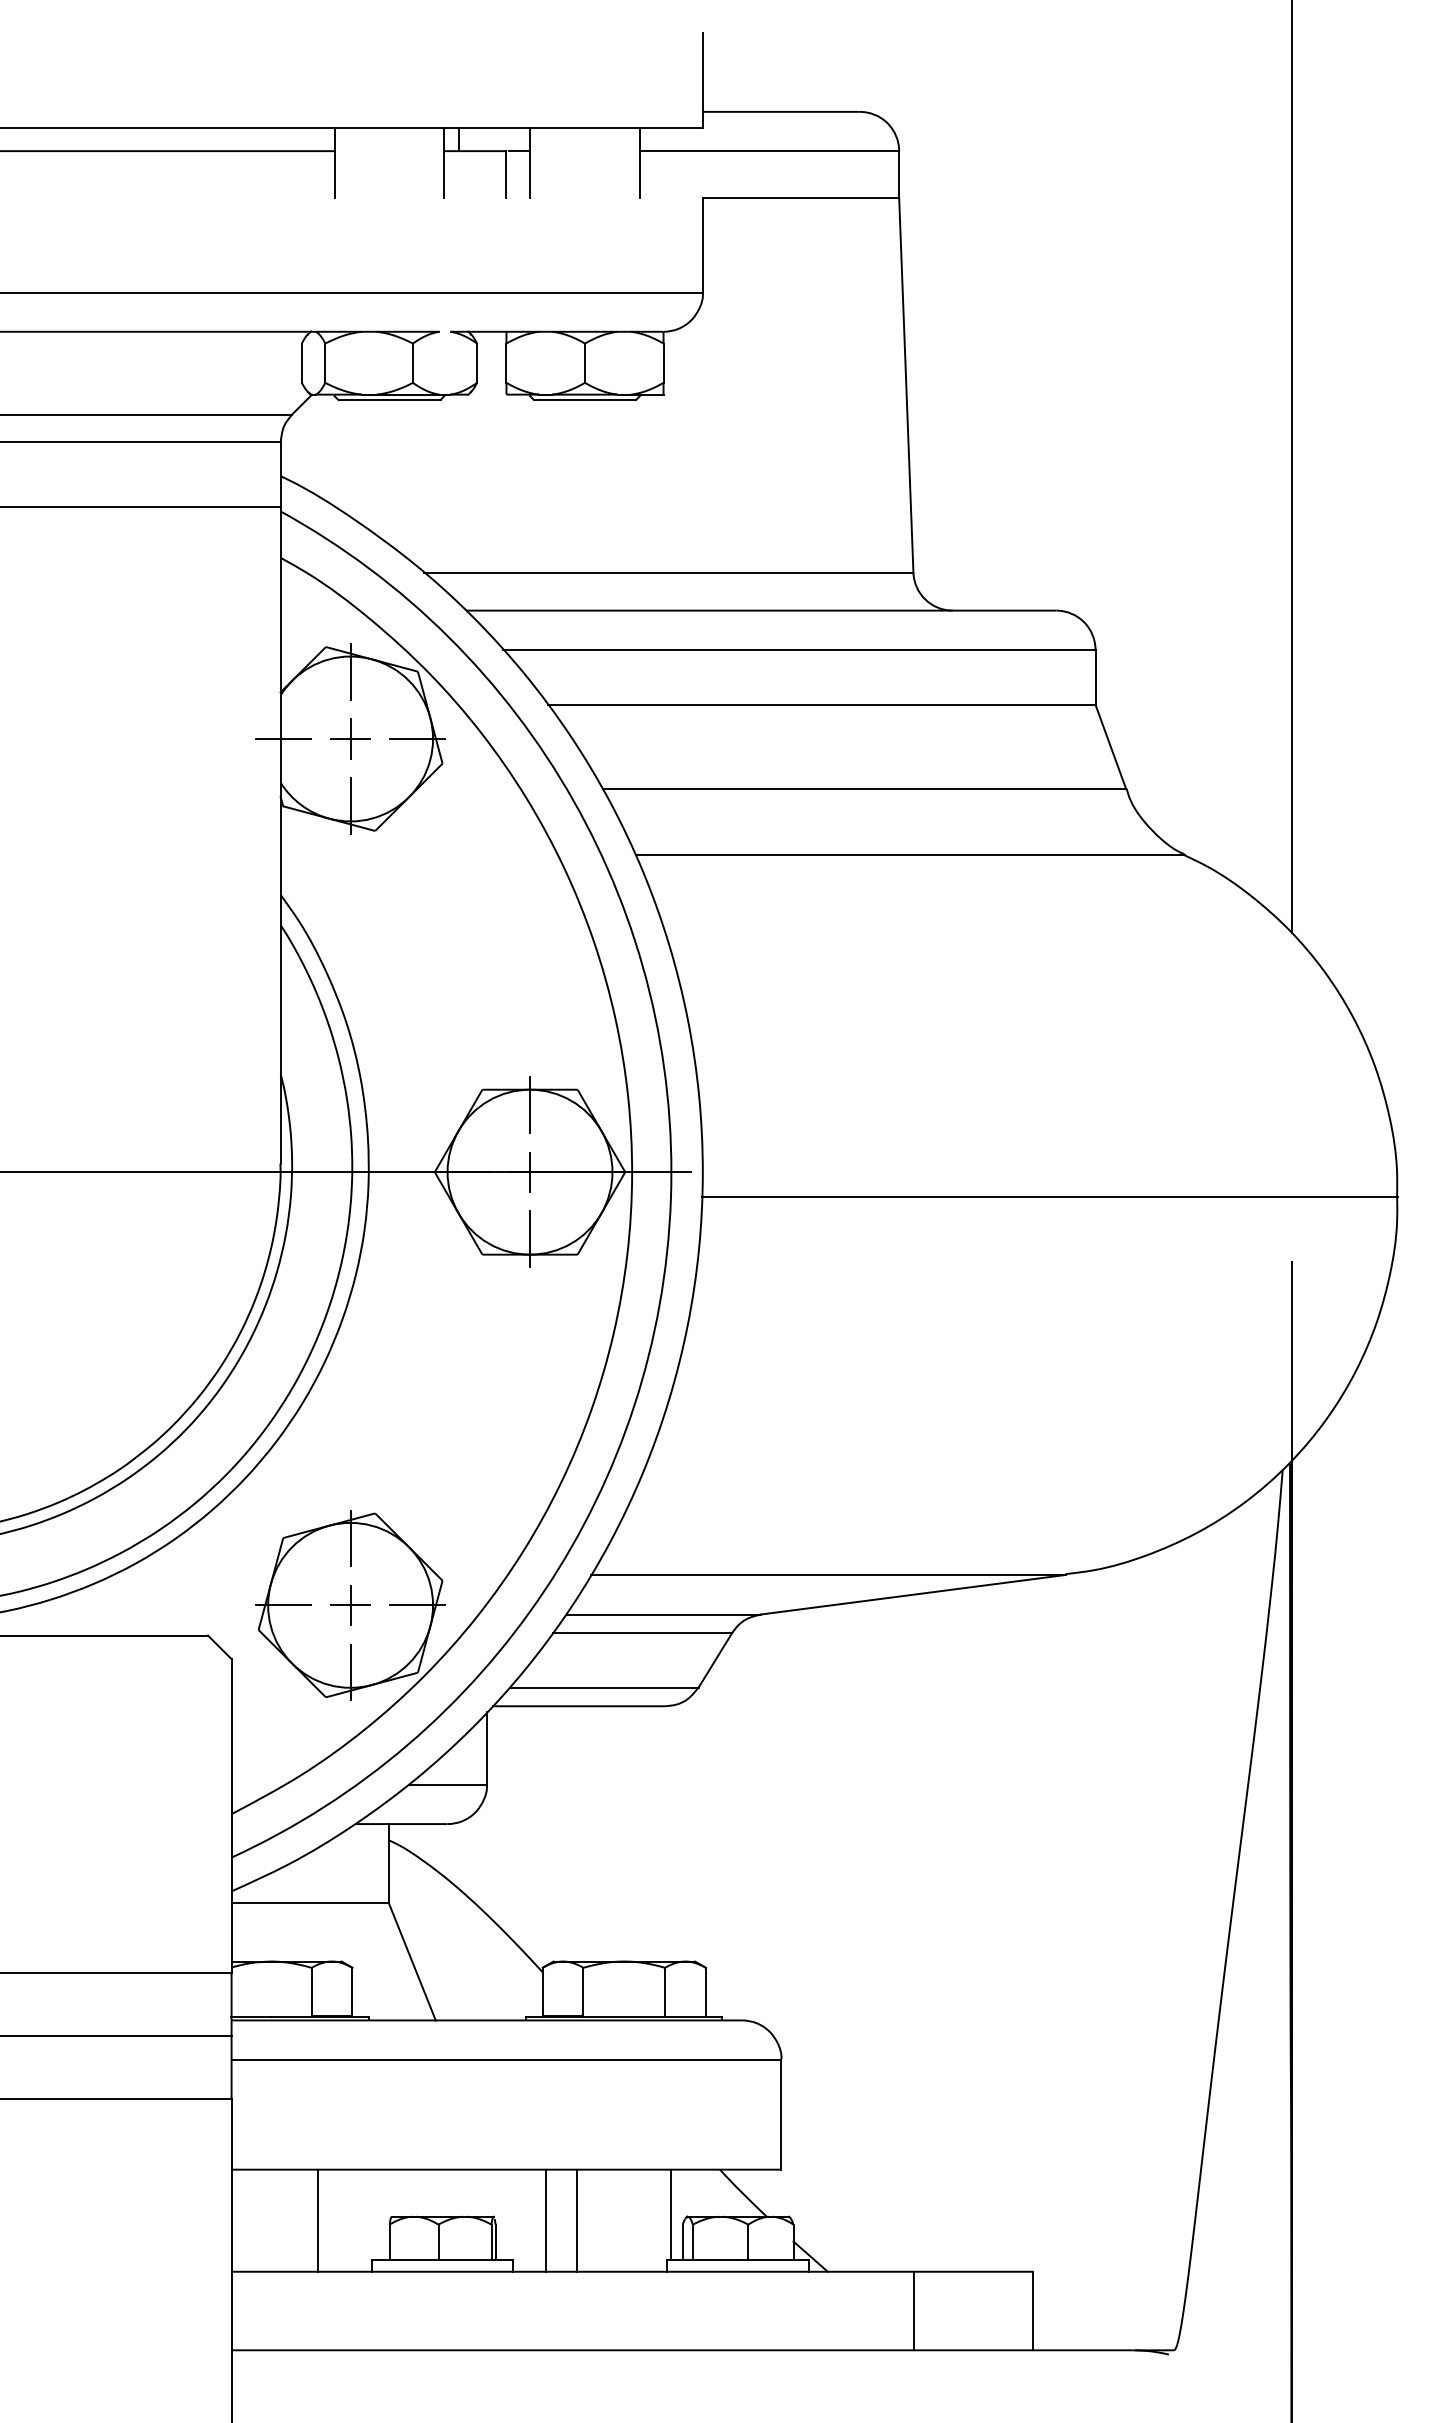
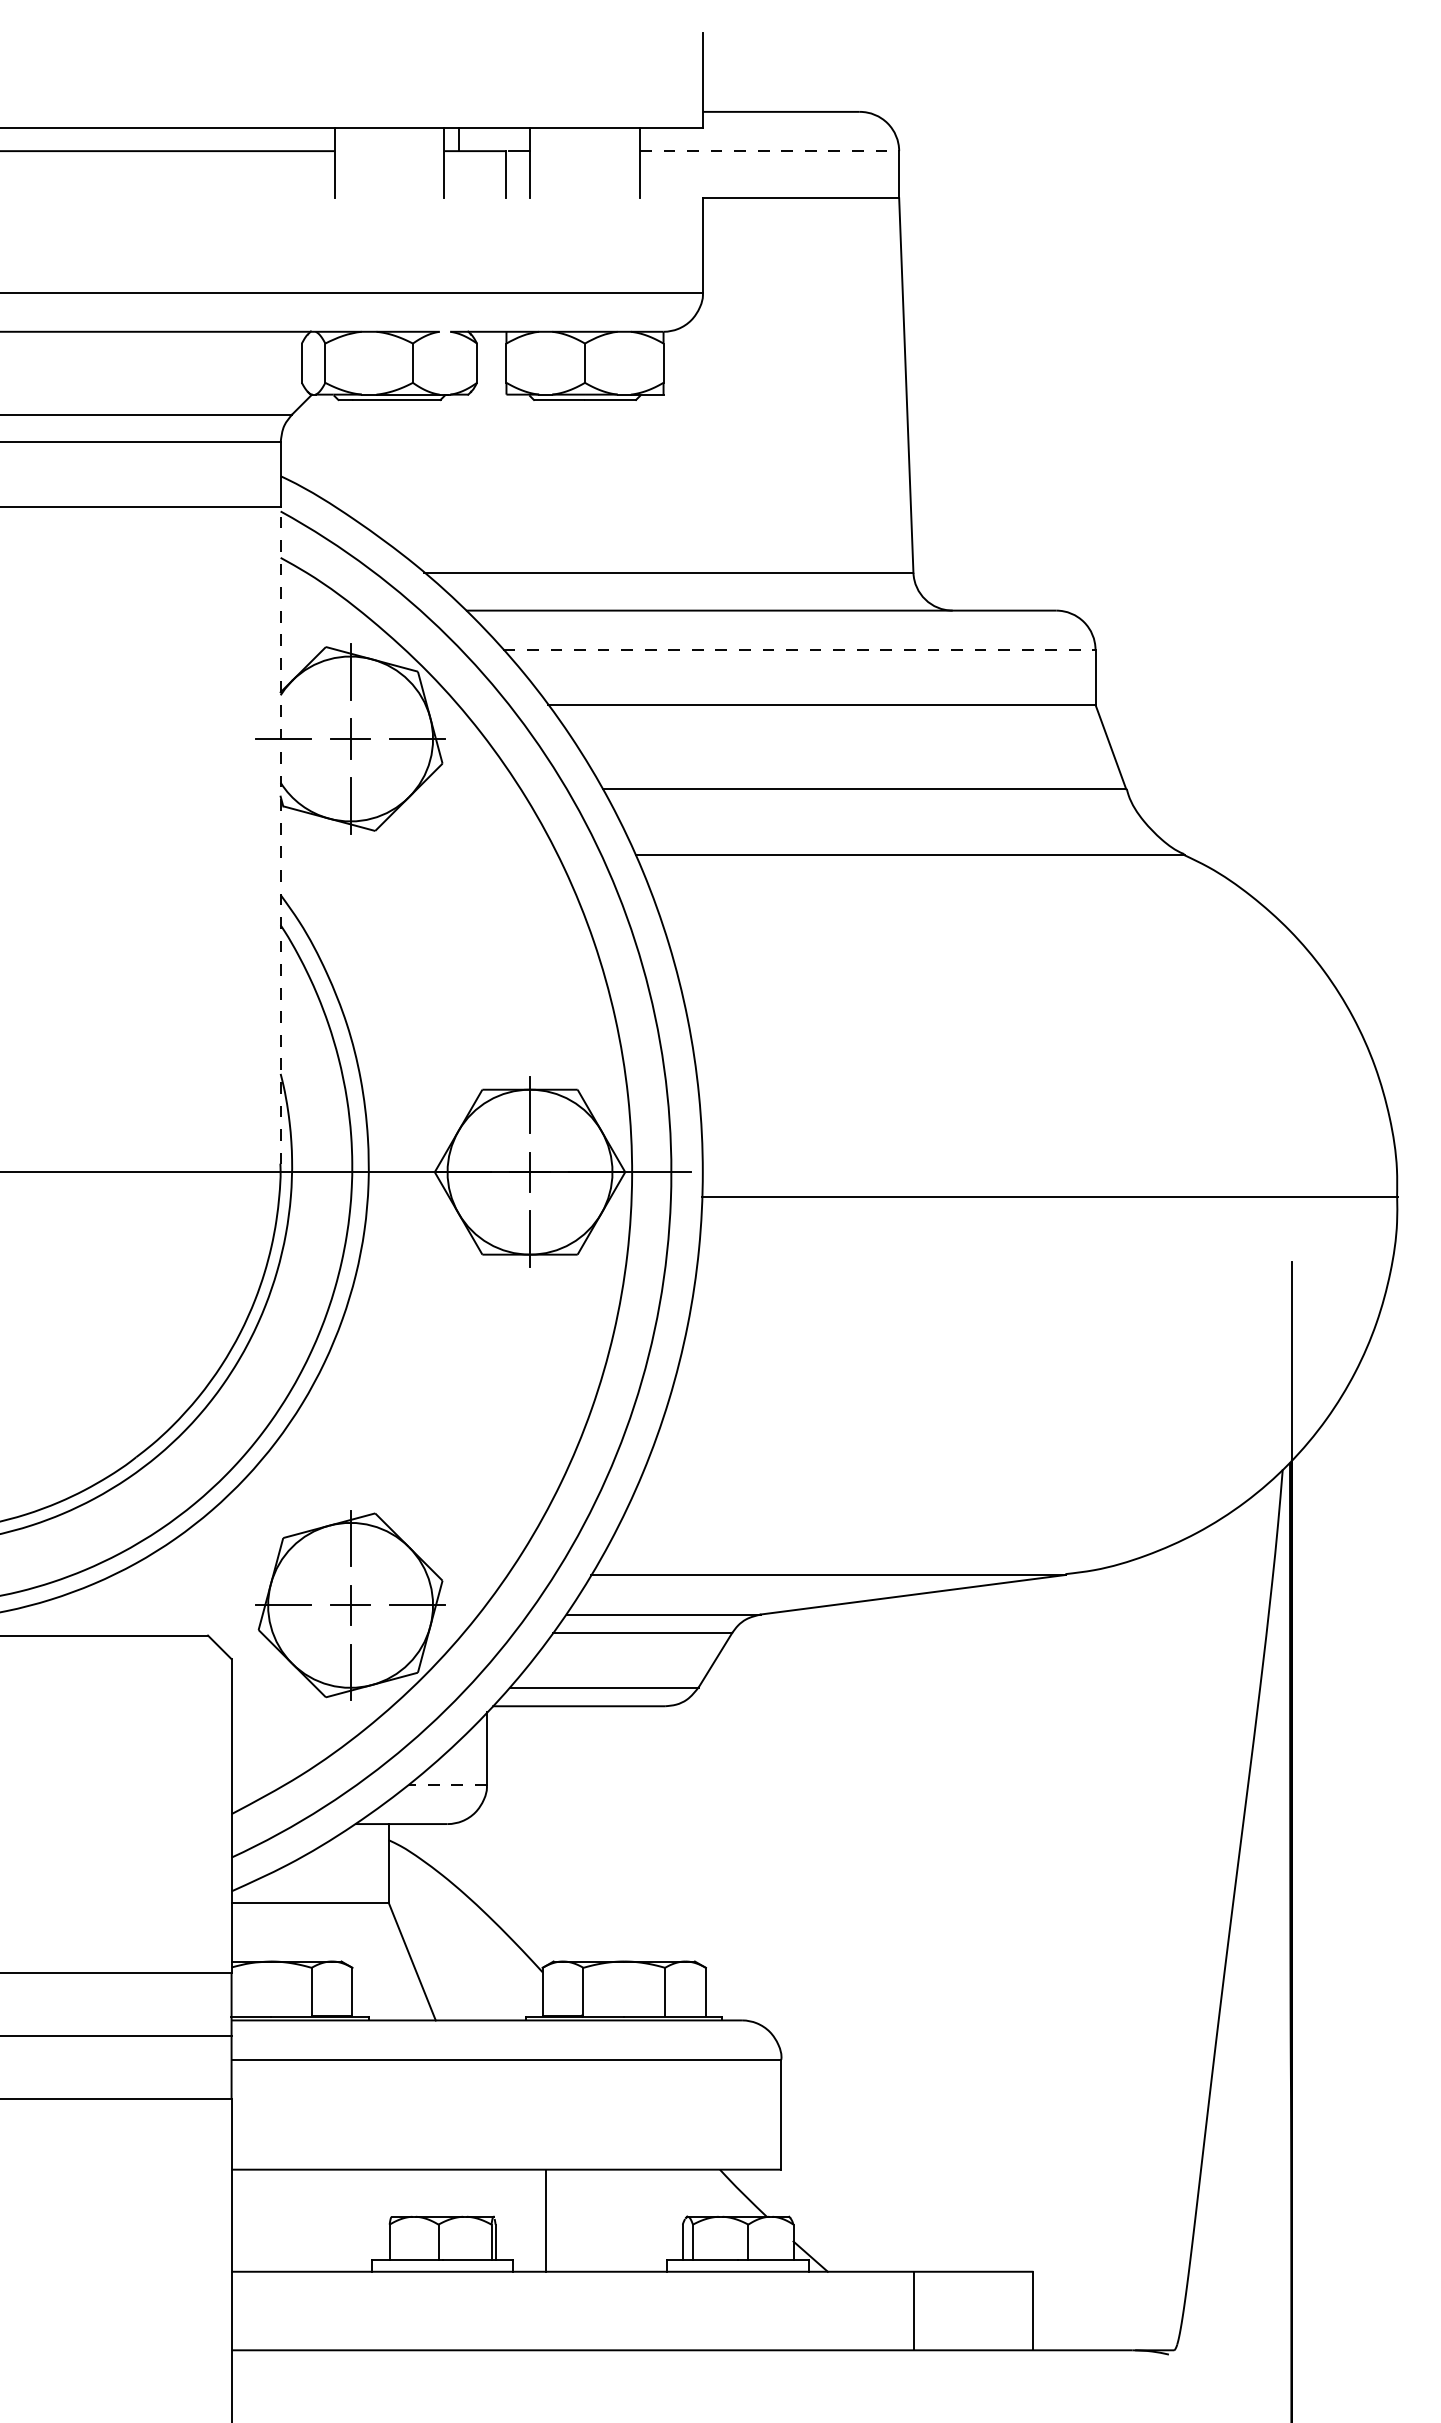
line at (769, 151): solid -> dashed
line at (1291, 467): present -> none
line at (799, 649): solid -> dashed
line at (280, 835): solid -> dashed
line at (448, 1784): solid -> dashed
line at (671, 2214): present -> none
line at (317, 2220): present -> none
line at (577, 2220): present -> none
